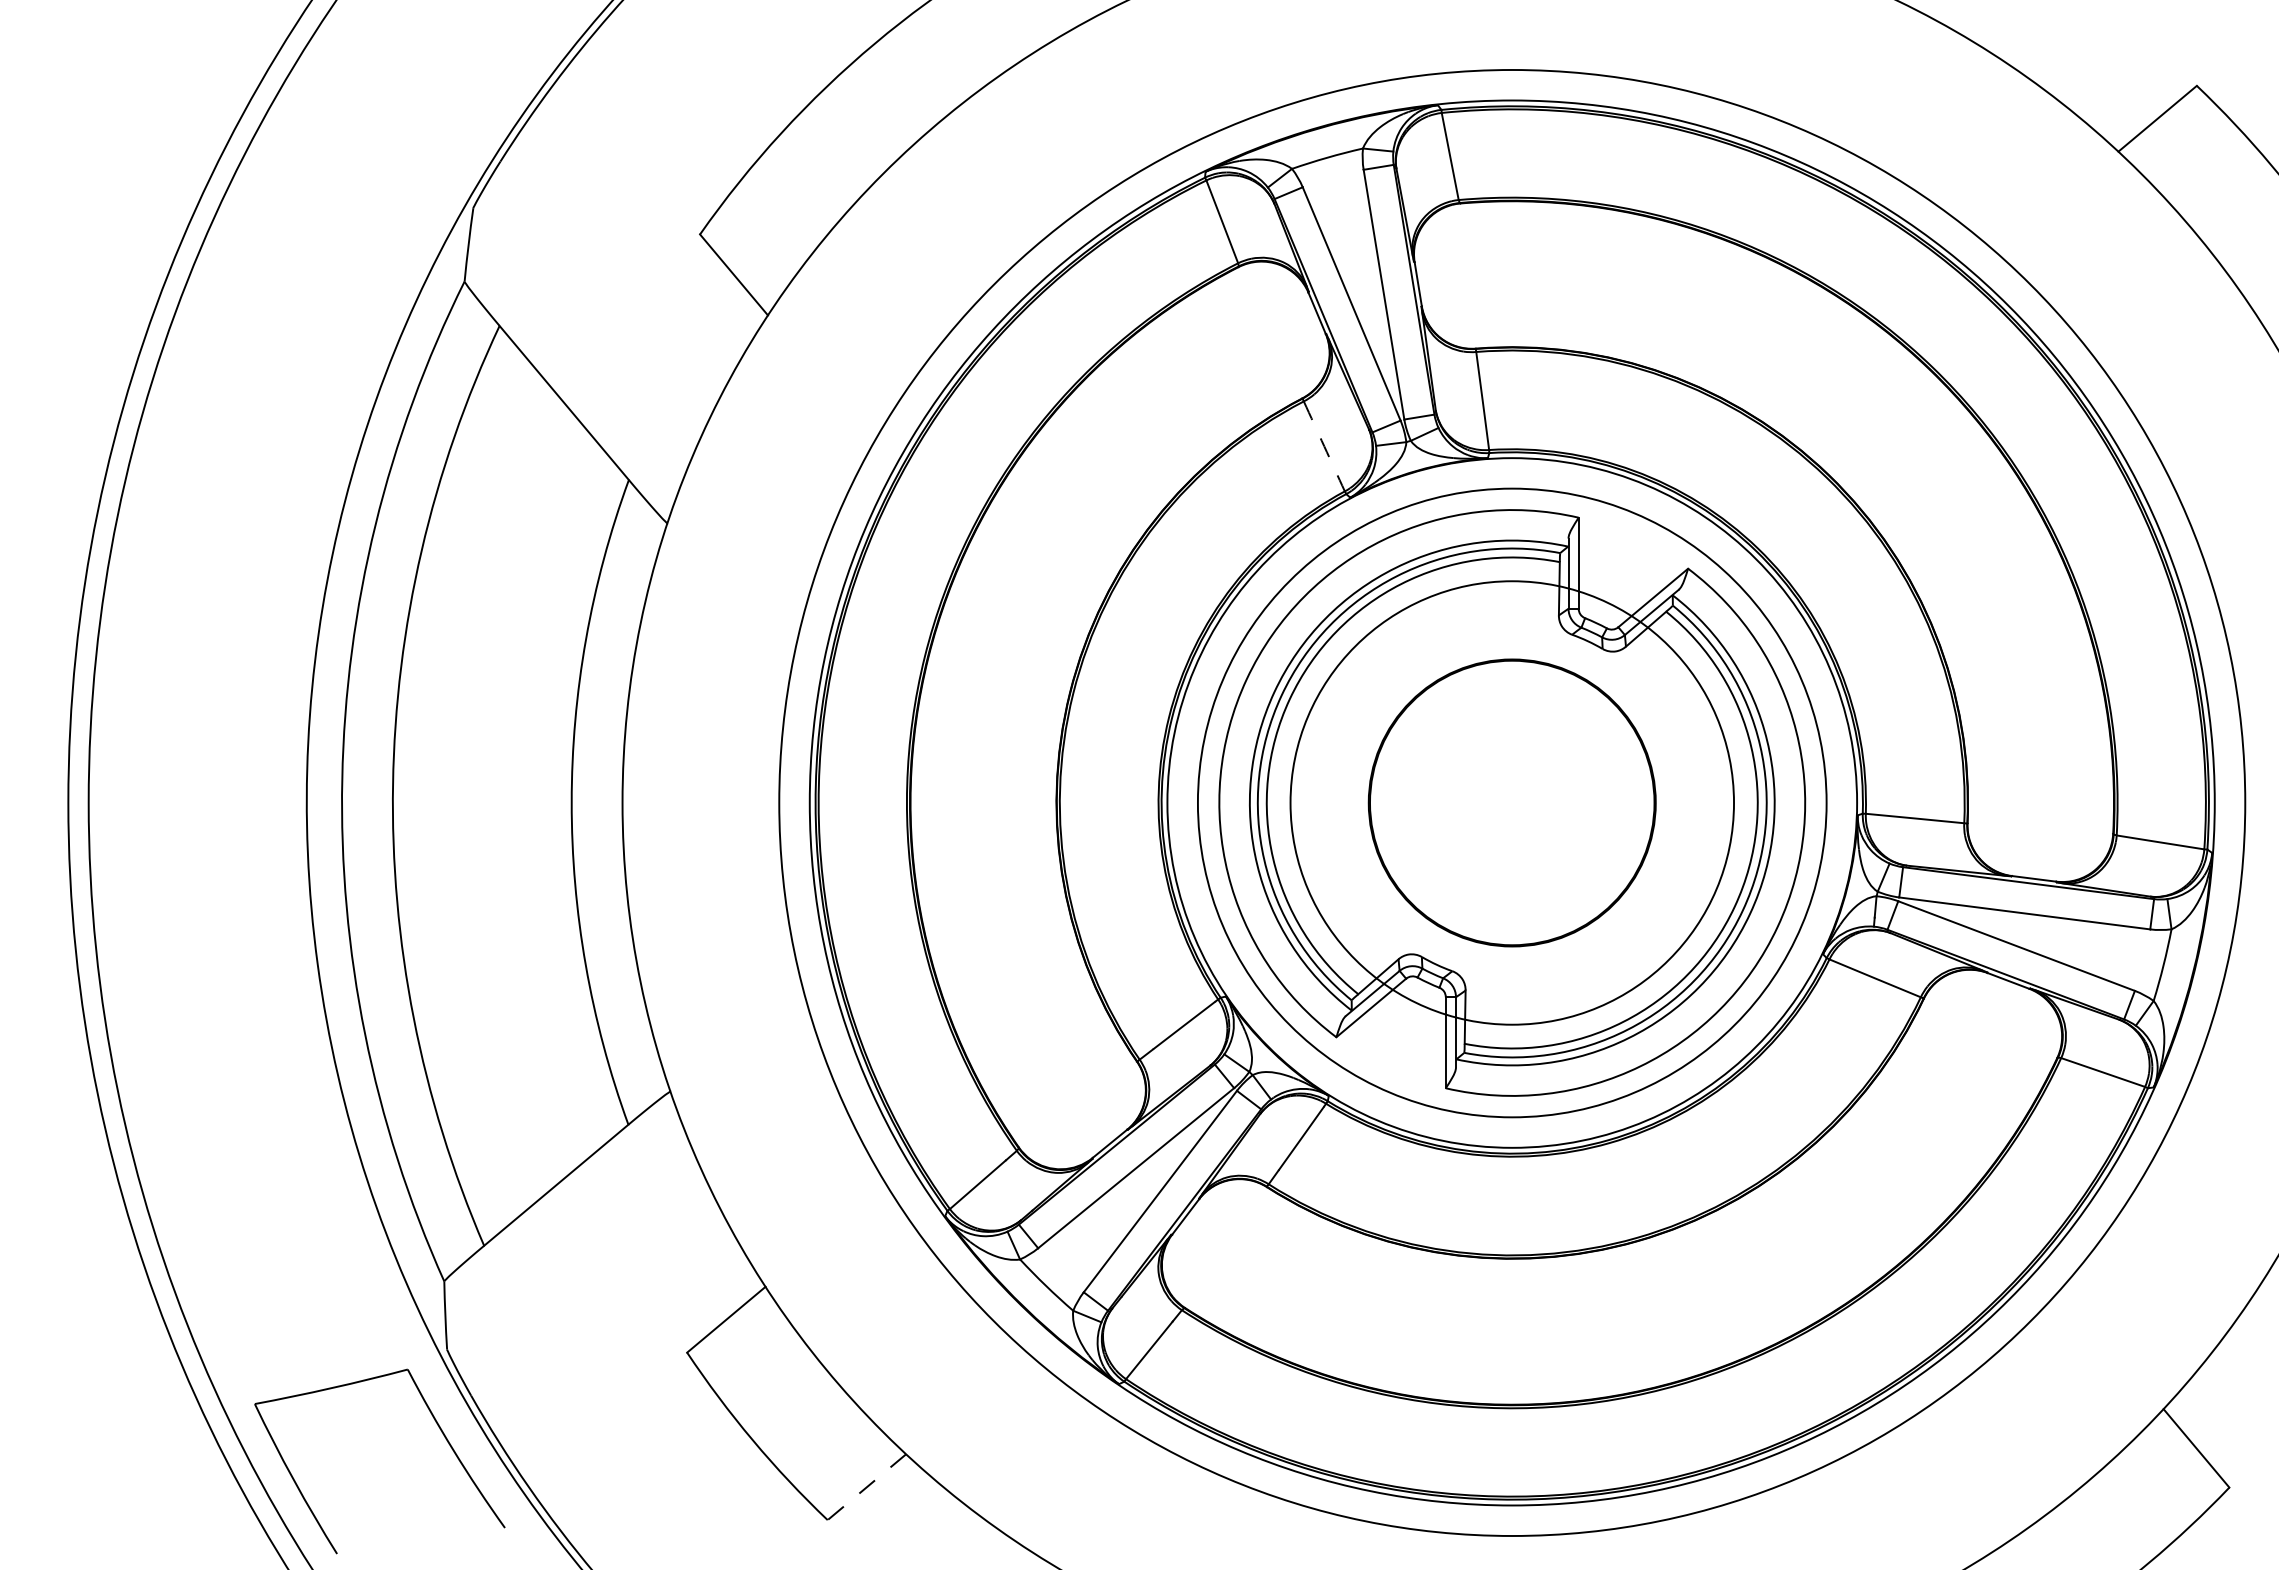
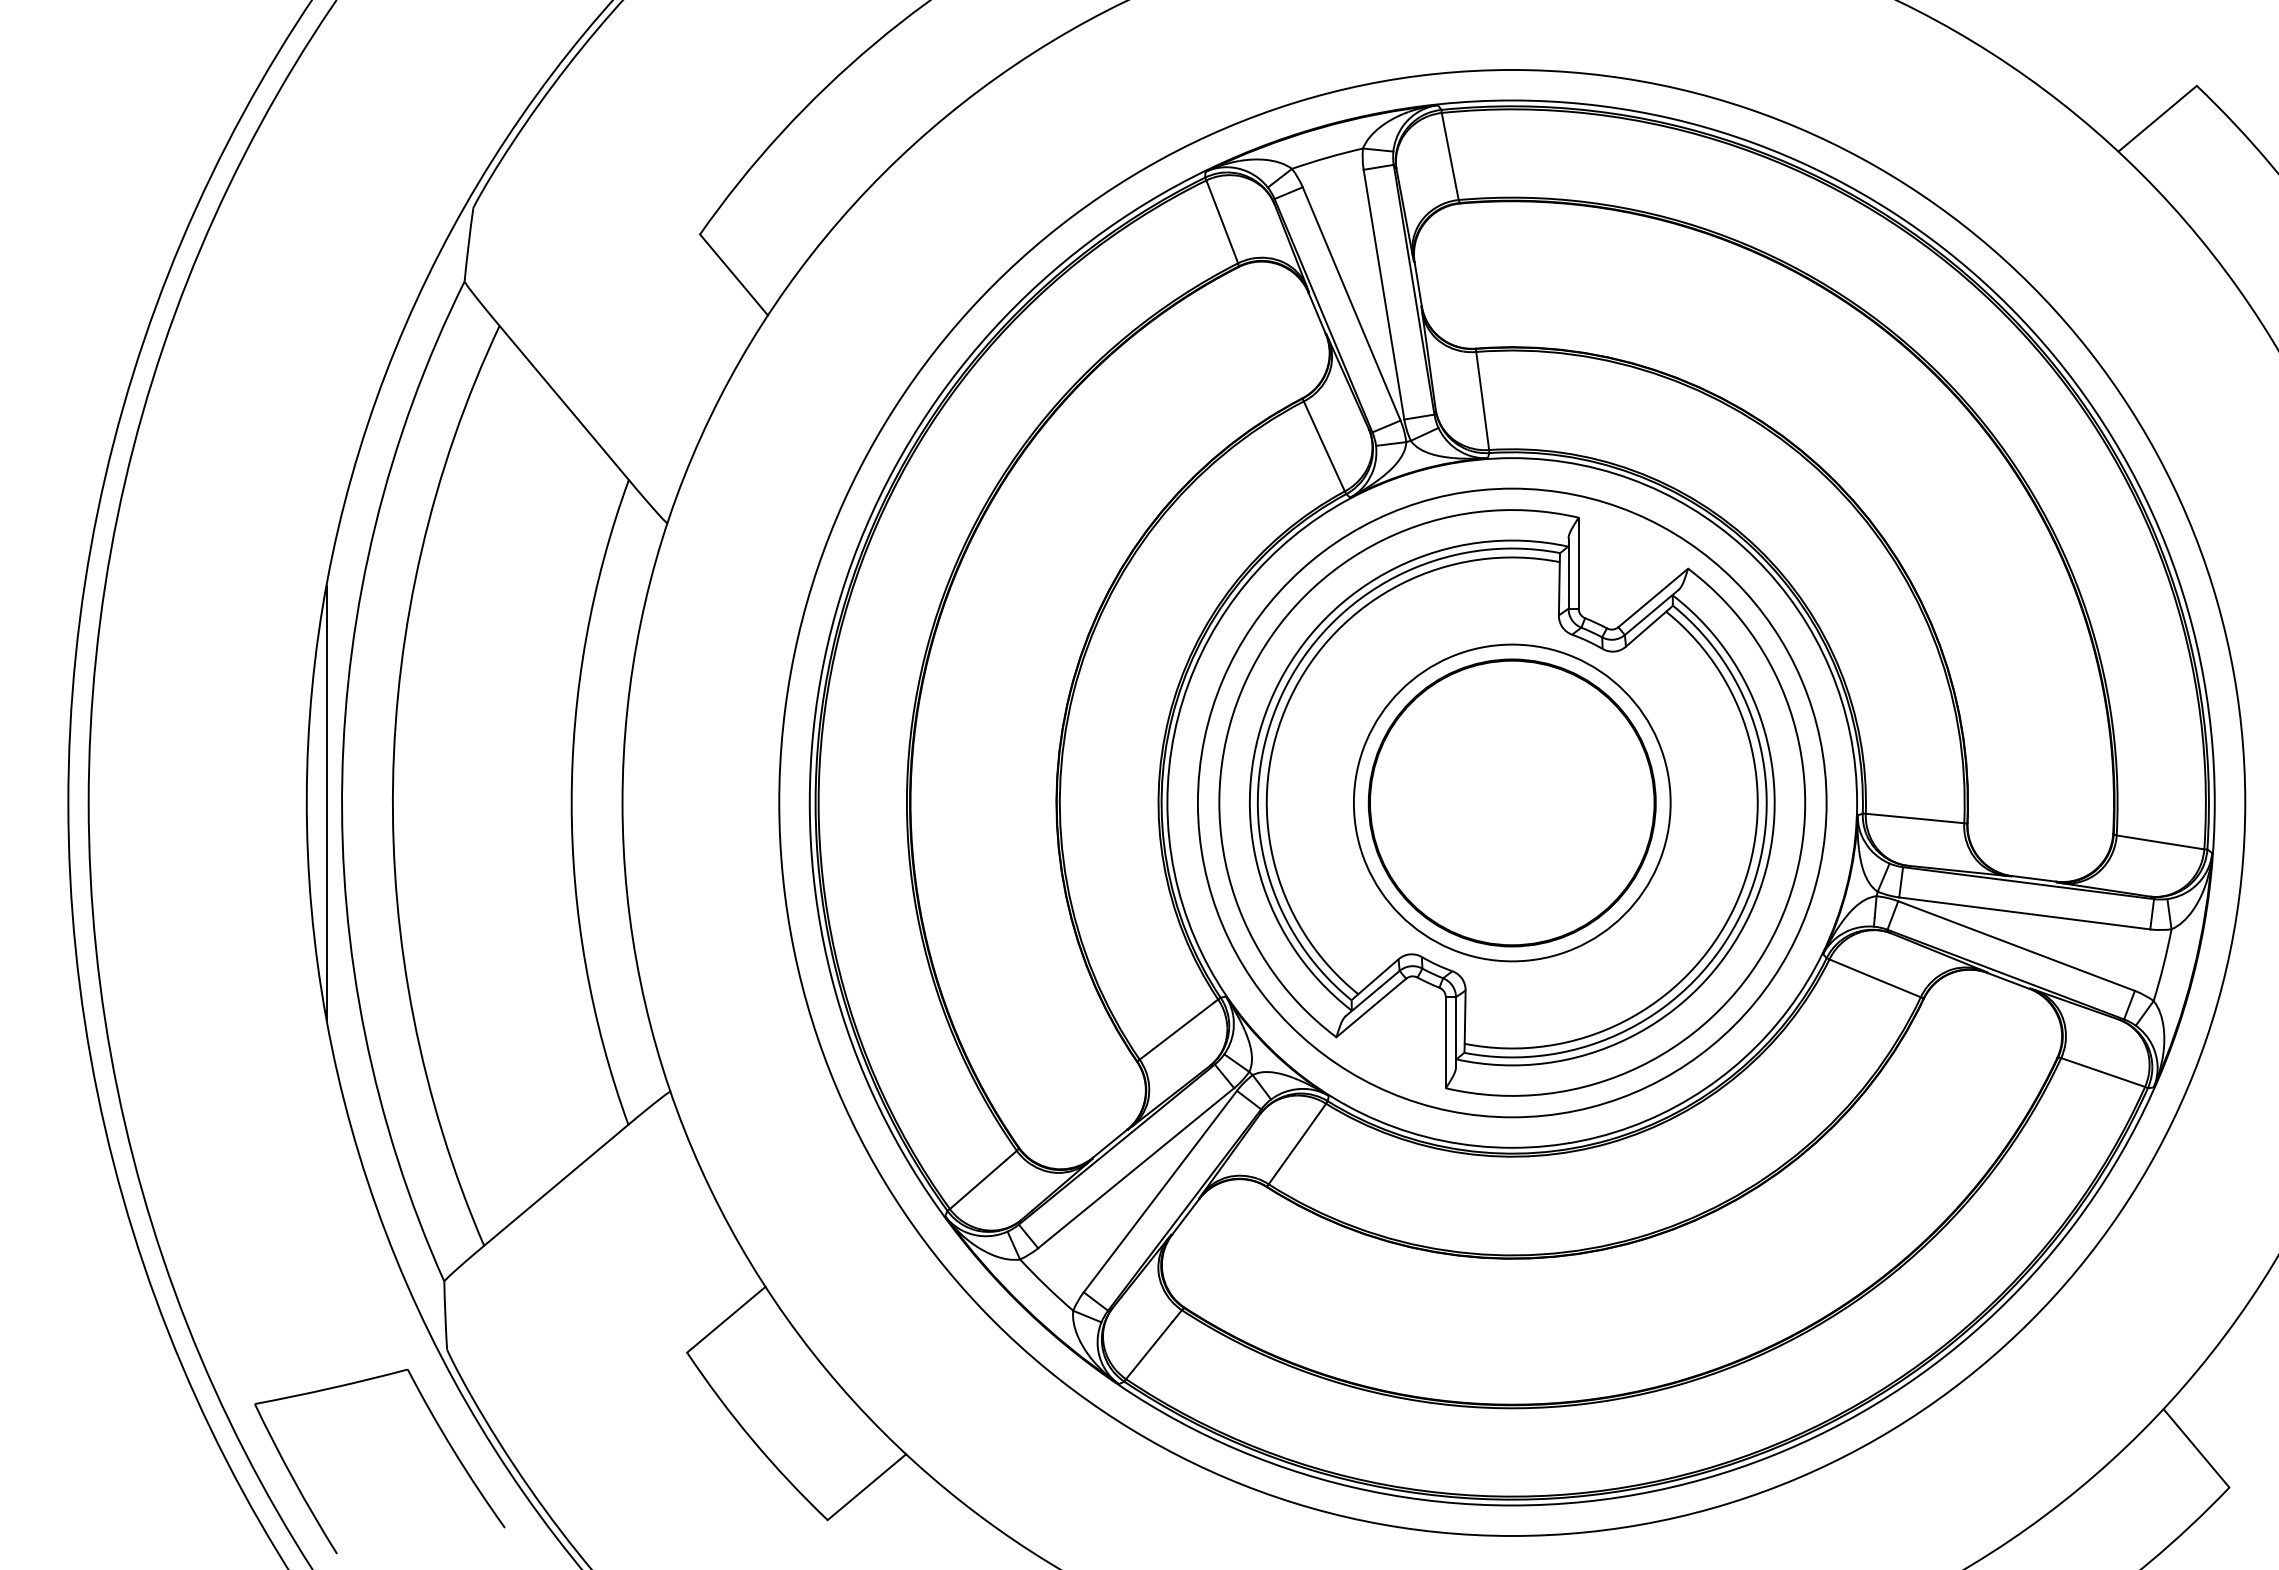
arc at (1324, 446): dashed -> solid
line at (327, 802): none -> present
circle at (1512, 802) diameter: 443 px -> 317 px
line at (866, 1487): dashed -> solid
